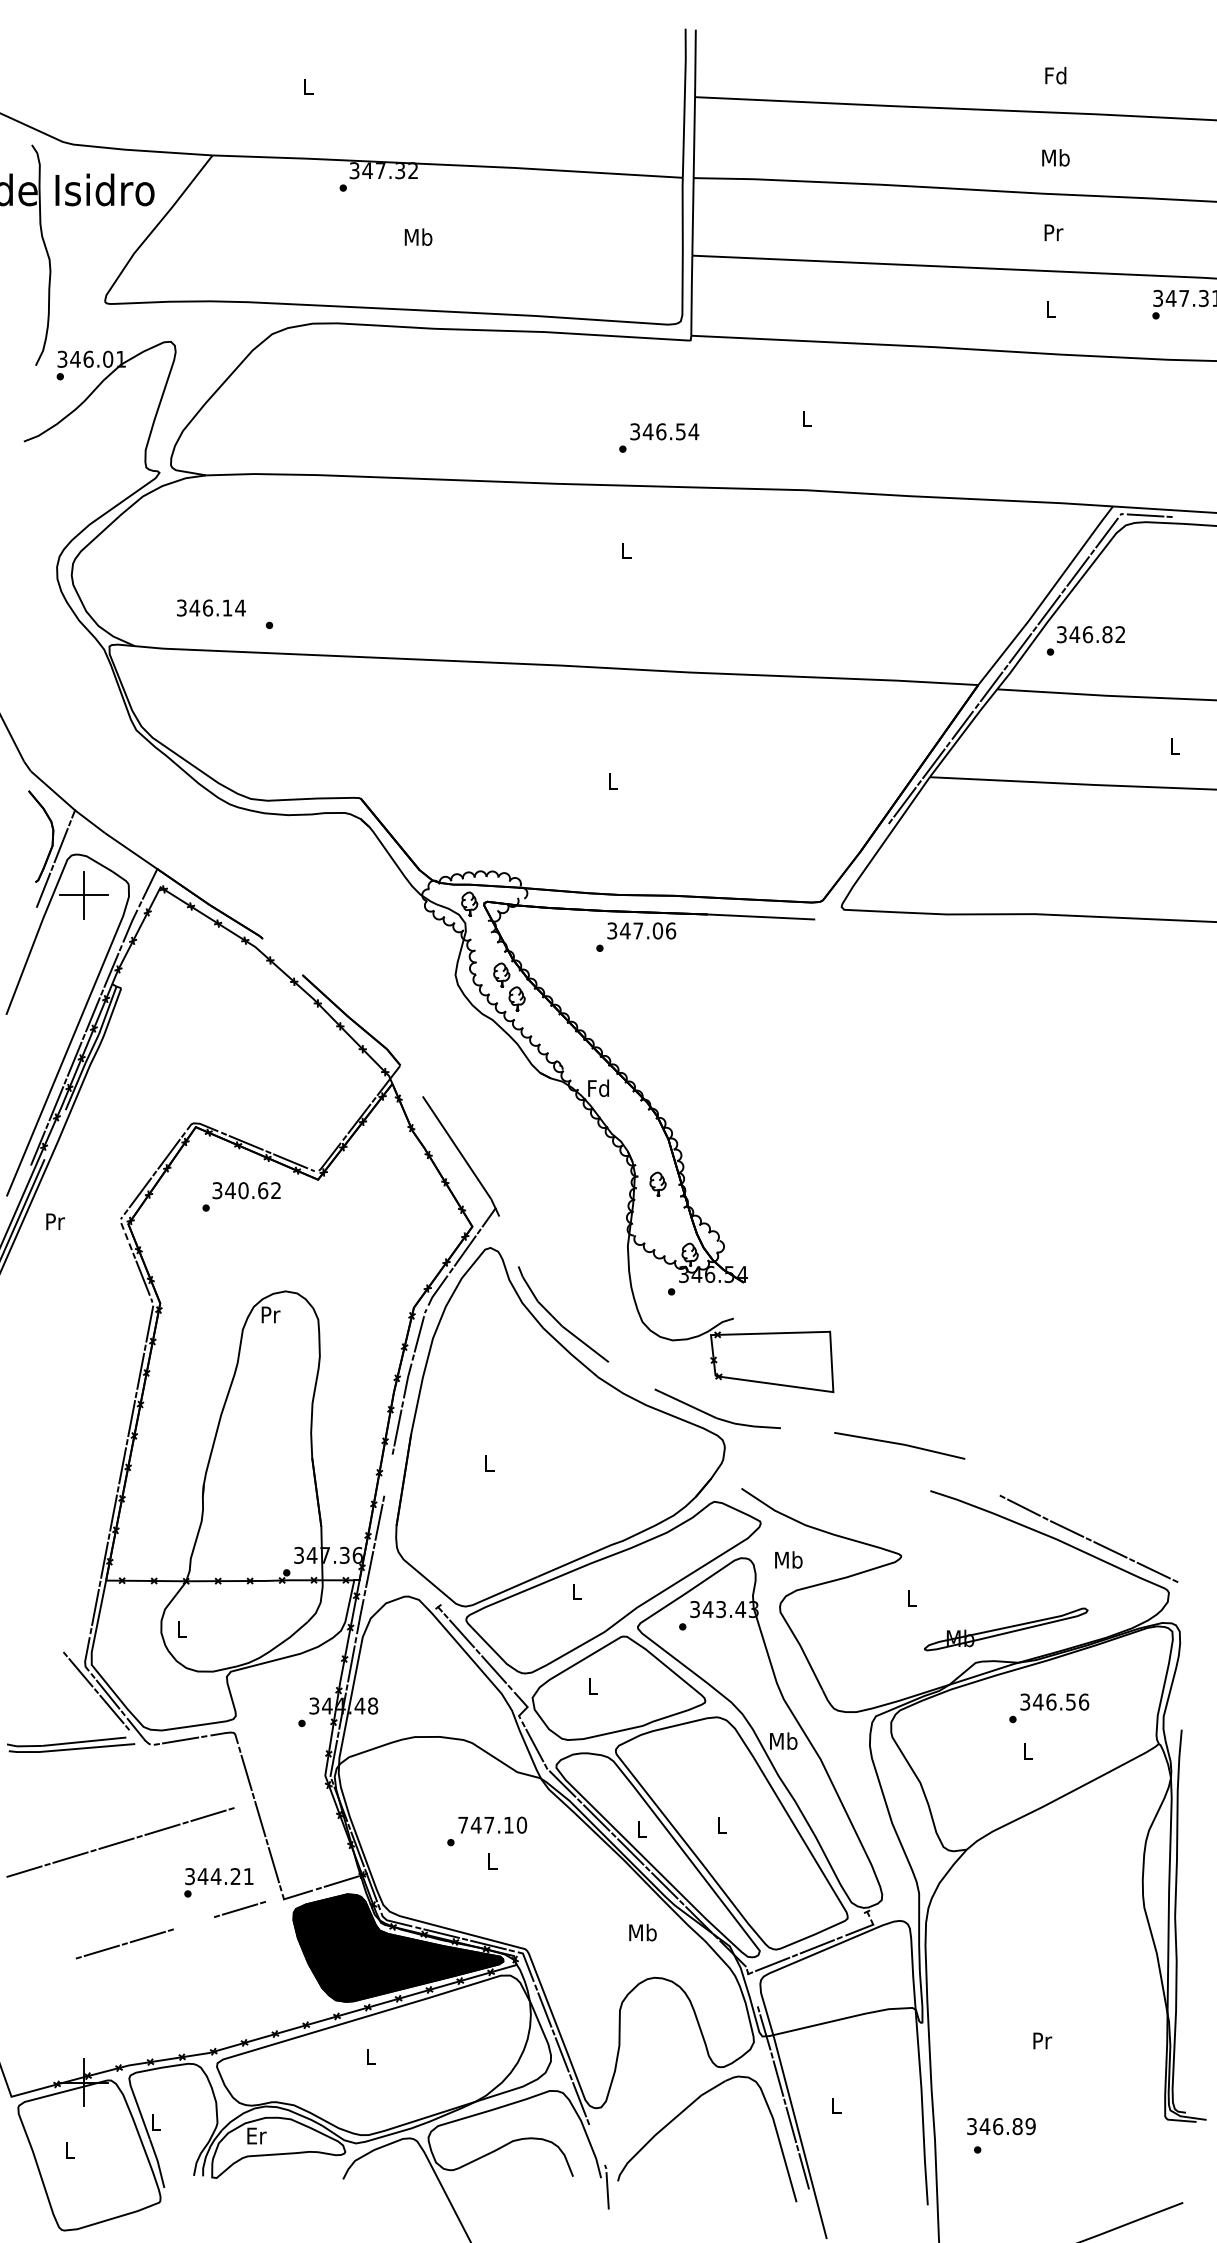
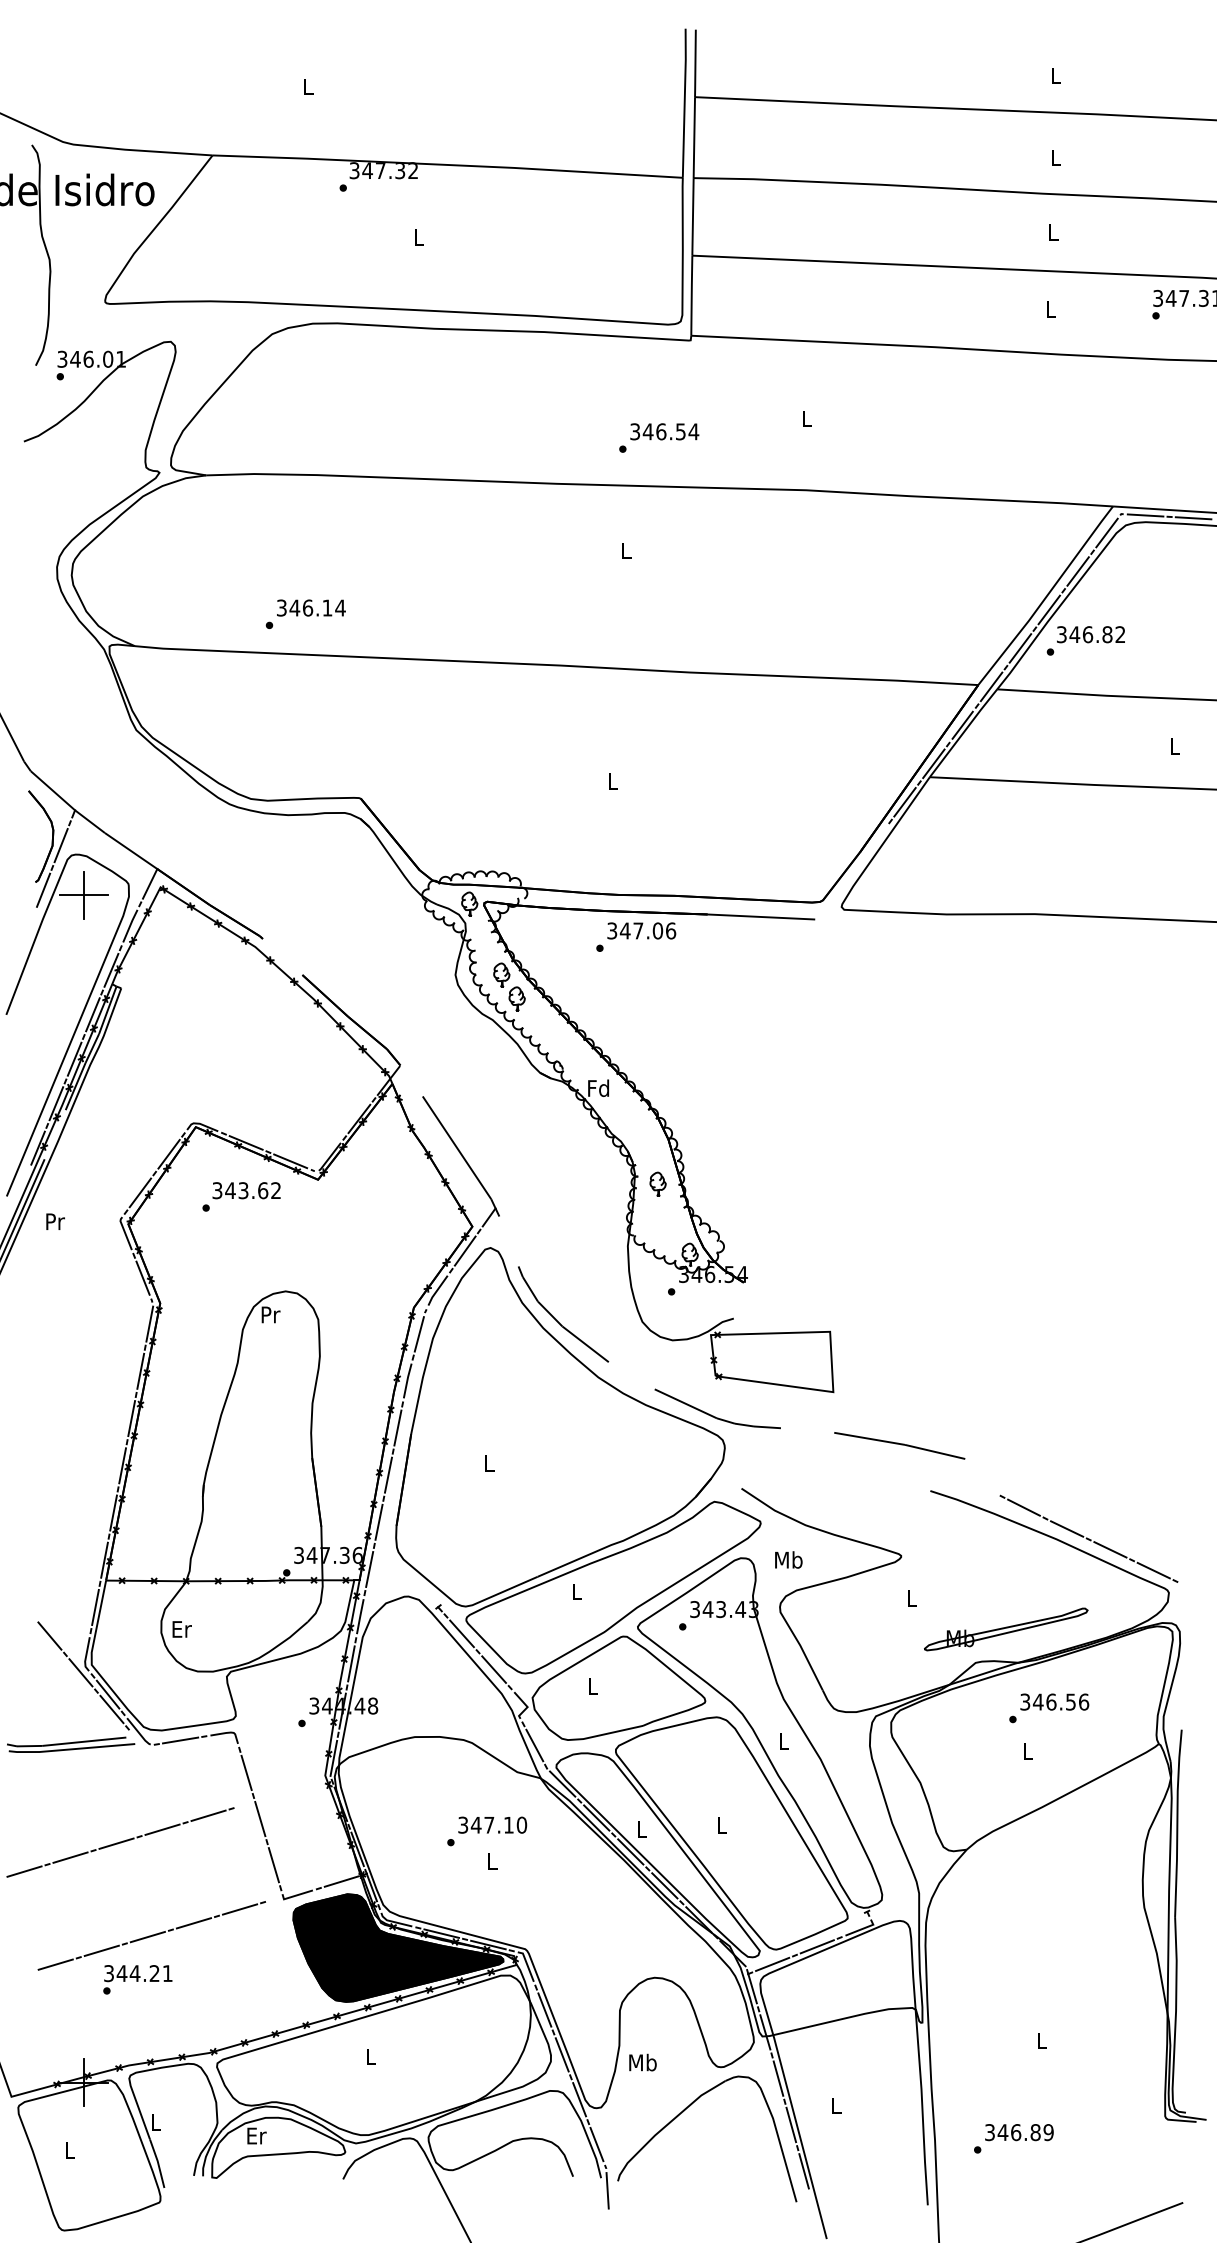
text at (1055, 75): Fd -> L
text at (1055, 157): Mb -> L
text at (1053, 232): Pr -> L
text at (418, 236): Mb -> L
line at (1193, 518): none -> present
text at (211, 607) position: (211, 607) -> (311, 607)
text at (243, 1190): 340.62 -> 343.62
line at (124, 1232): dashed -> solid
line at (387, 1474): none -> present
text at (181, 1629): L -> Er
line at (49, 1635): none -> present
text at (783, 1740): Mb -> L
text at (463, 1824): 747.10 -> 347.10
text at (218, 1882) position: (218, 1882) -> (137, 1979)
line at (193, 1923): none -> present
text at (642, 1932) position: (642, 1932) -> (642, 2062)
line at (55, 1964): none -> present
line at (752, 1988): none -> present
text at (1042, 2040): Pr -> L
text at (1001, 2126) position: (1001, 2126) -> (1019, 2132)
line at (596, 2144): none -> present
